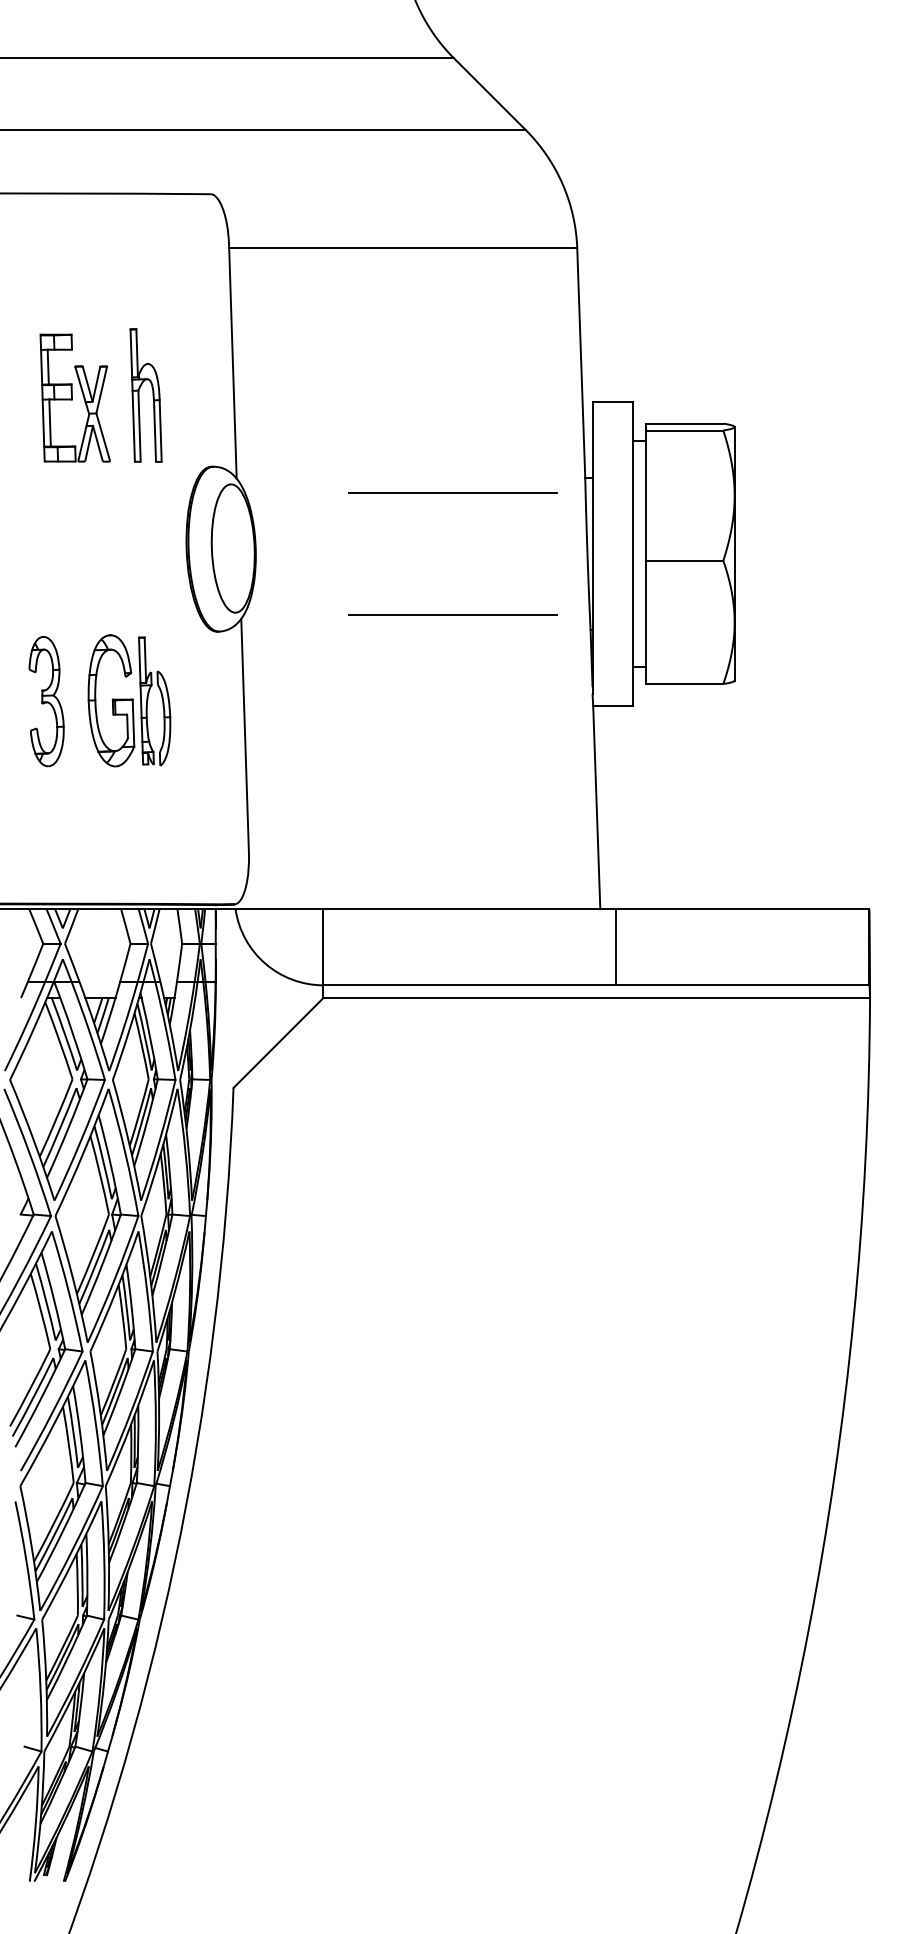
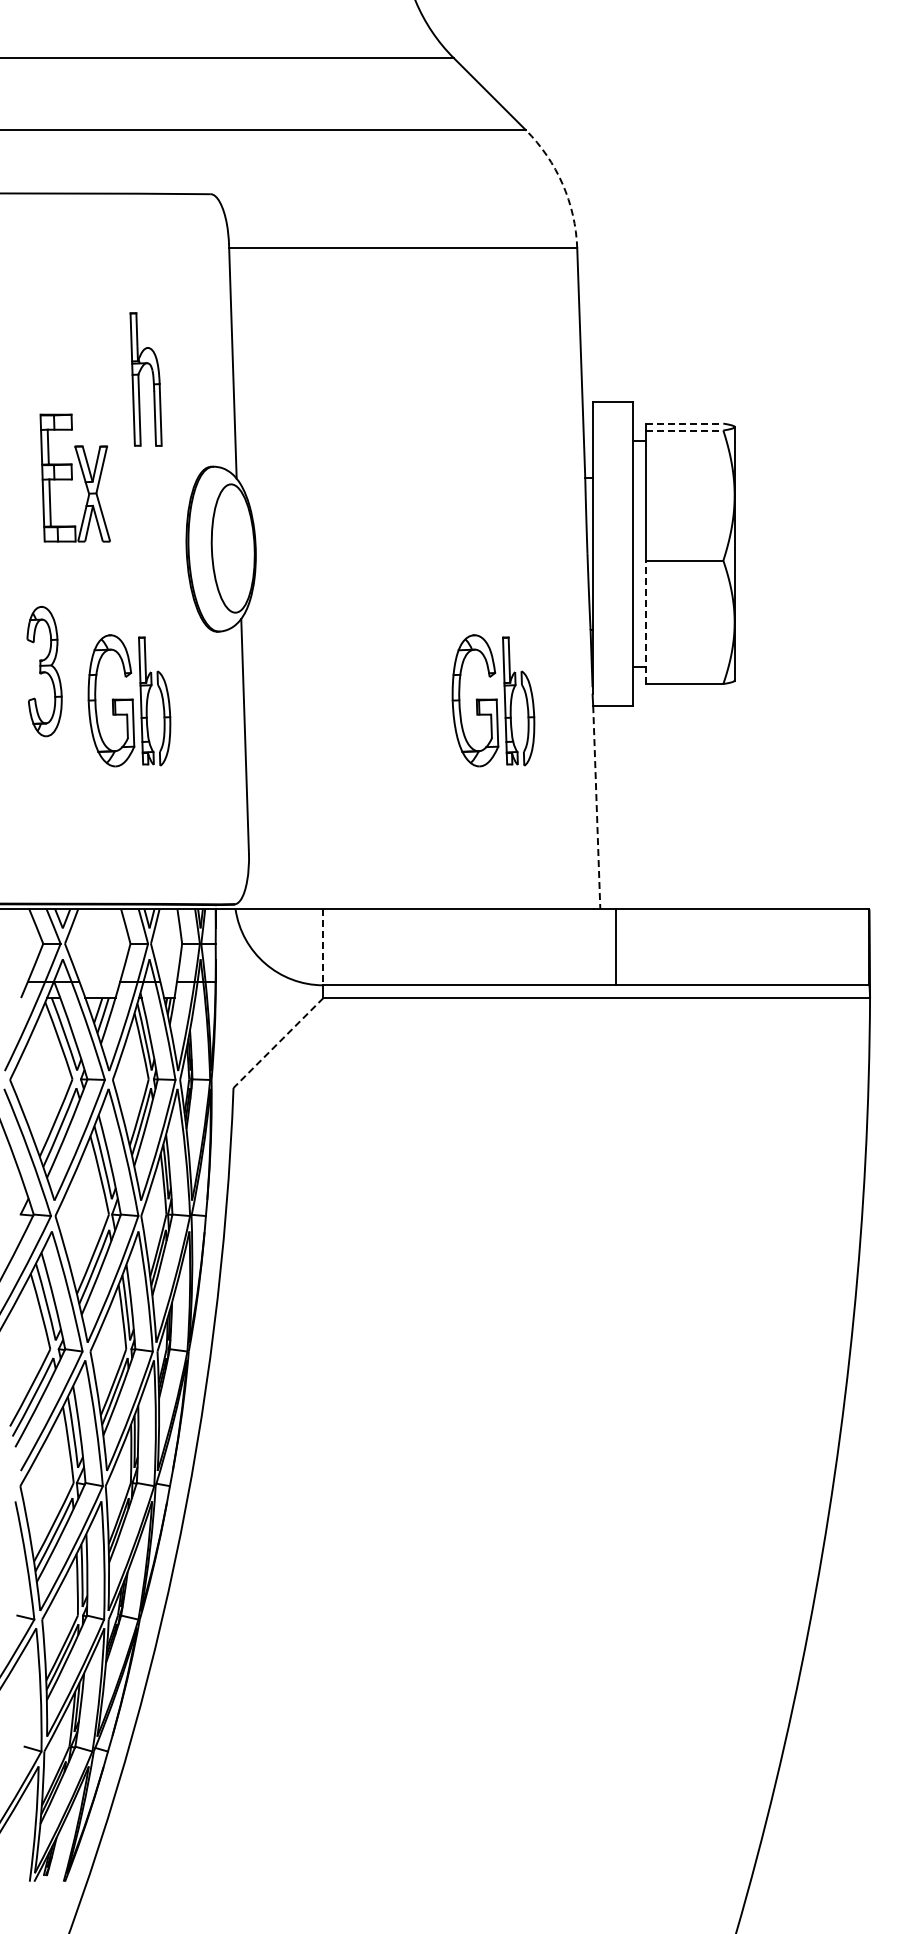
arc at (562, 184): solid -> dashed
part at (145, 395) position: (145, 395) -> (145, 379)
part at (74, 397) position: (74, 397) -> (74, 477)
line at (684, 423): solid -> dashed
line at (684, 430): solid -> dashed
line at (452, 492): present -> none
line at (452, 614): present -> none
line at (645, 622): solid -> dashed
part at (493, 700): none -> present
part at (46, 701) position: (46, 701) -> (44, 671)
line at (596, 807): solid -> dashed
line at (323, 947): solid -> dashed
line at (278, 1043): solid -> dashed
